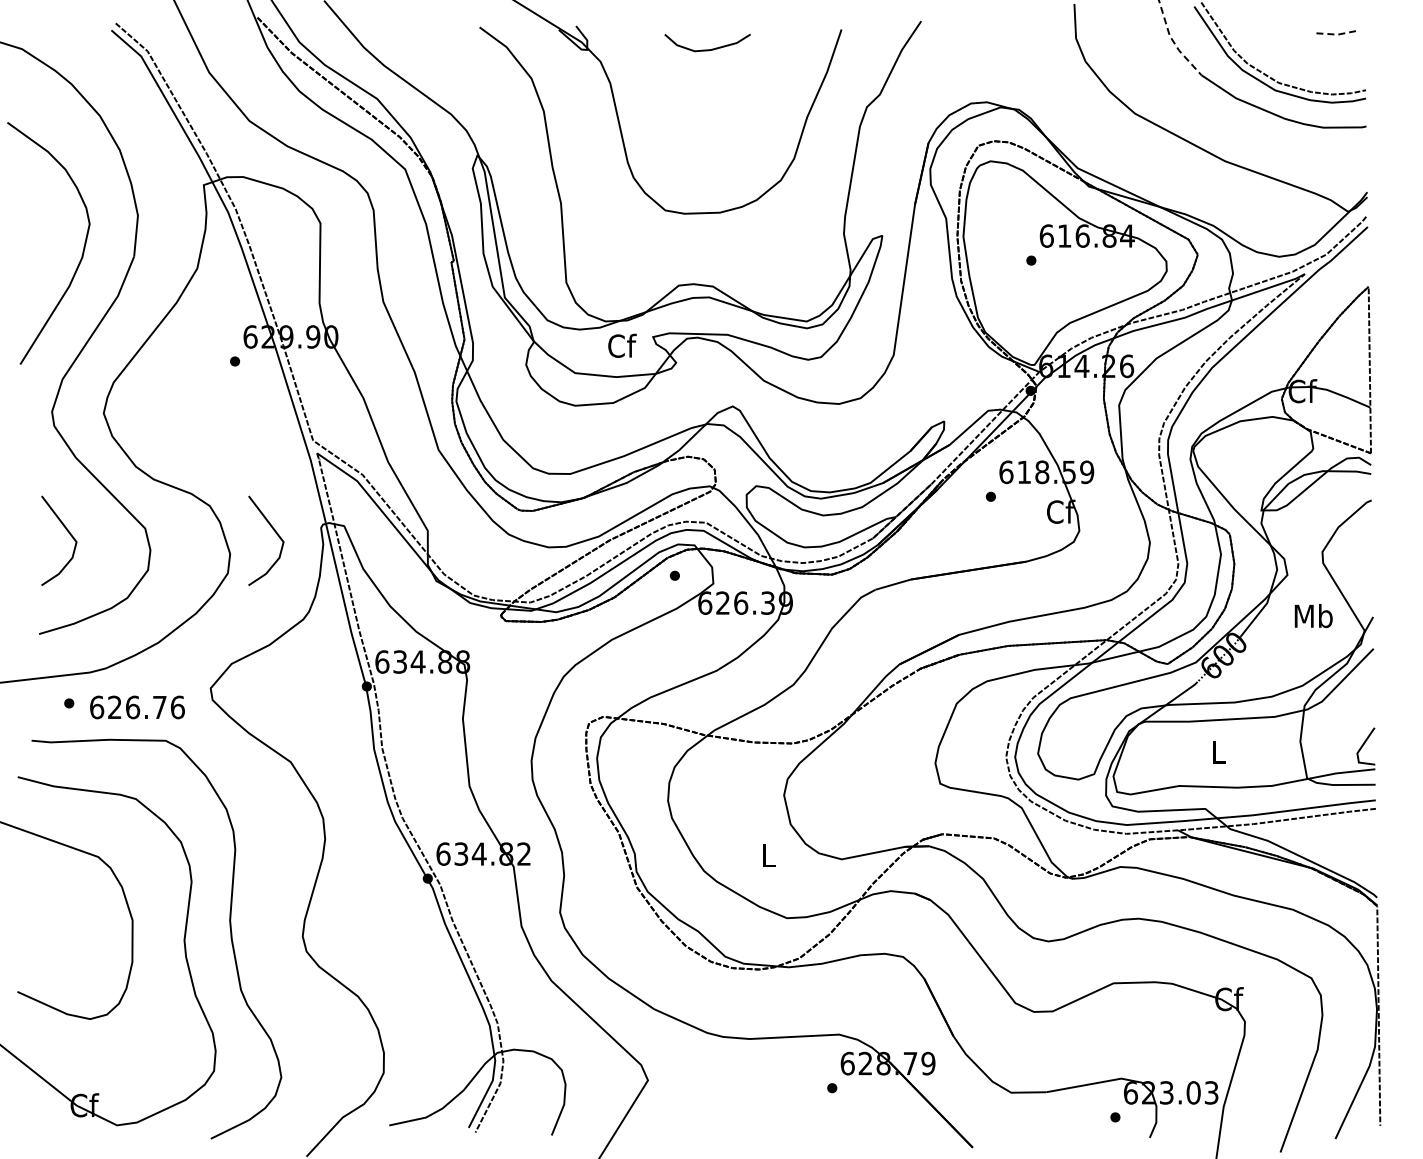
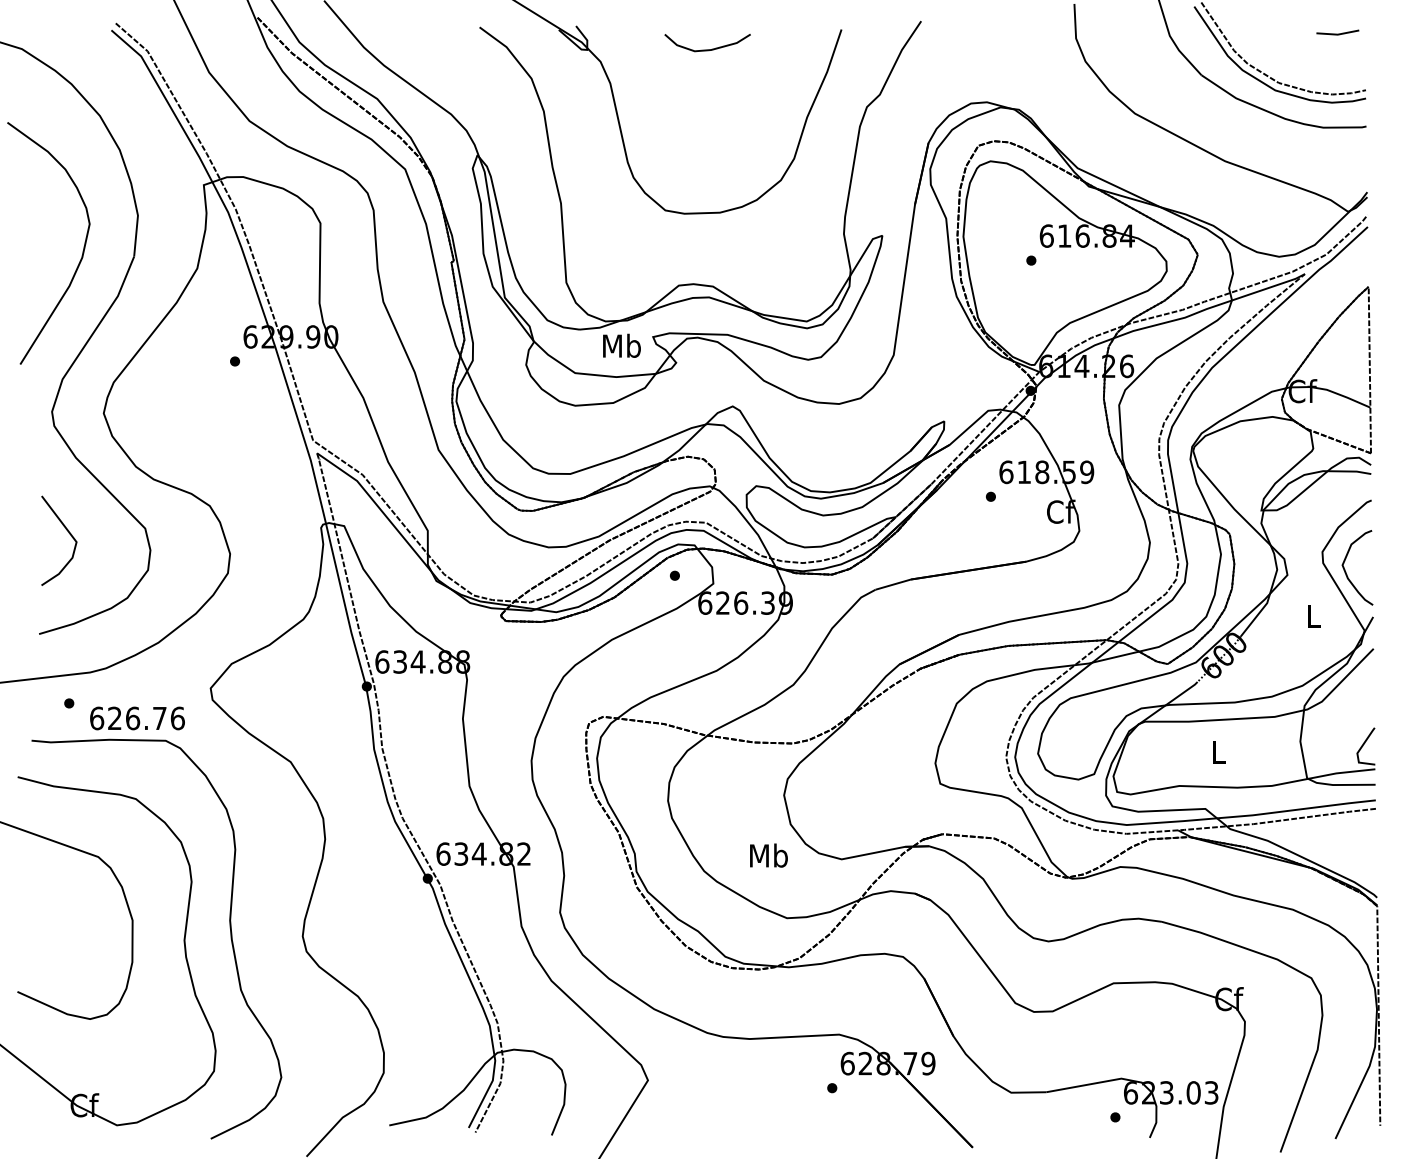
line at (1337, 34): dashed -> solid
line at (1173, 41): dashed -> solid
text at (621, 345): Cf -> Mb
line at (275, 533): present -> none
curve at (1346, 571): none -> present
text at (1313, 616): Mb -> L
text at (137, 707) position: (137, 707) -> (137, 718)
text at (768, 855): L -> Mb
